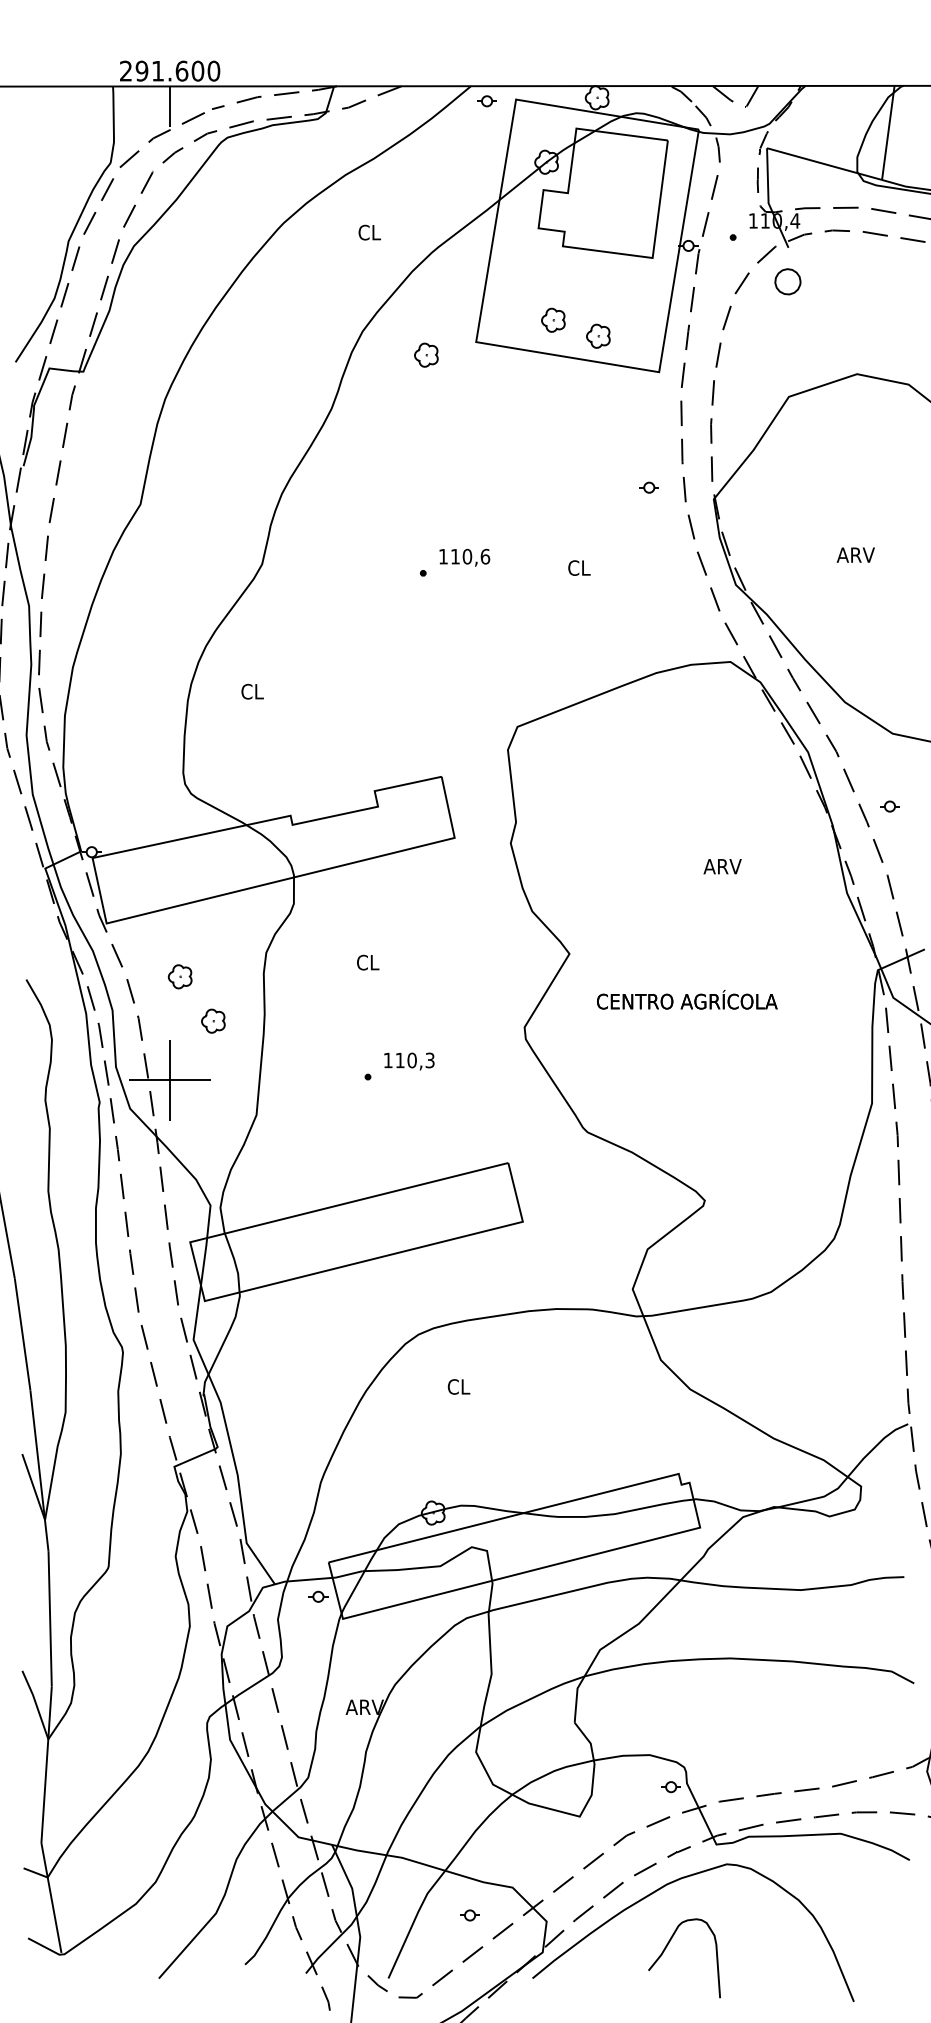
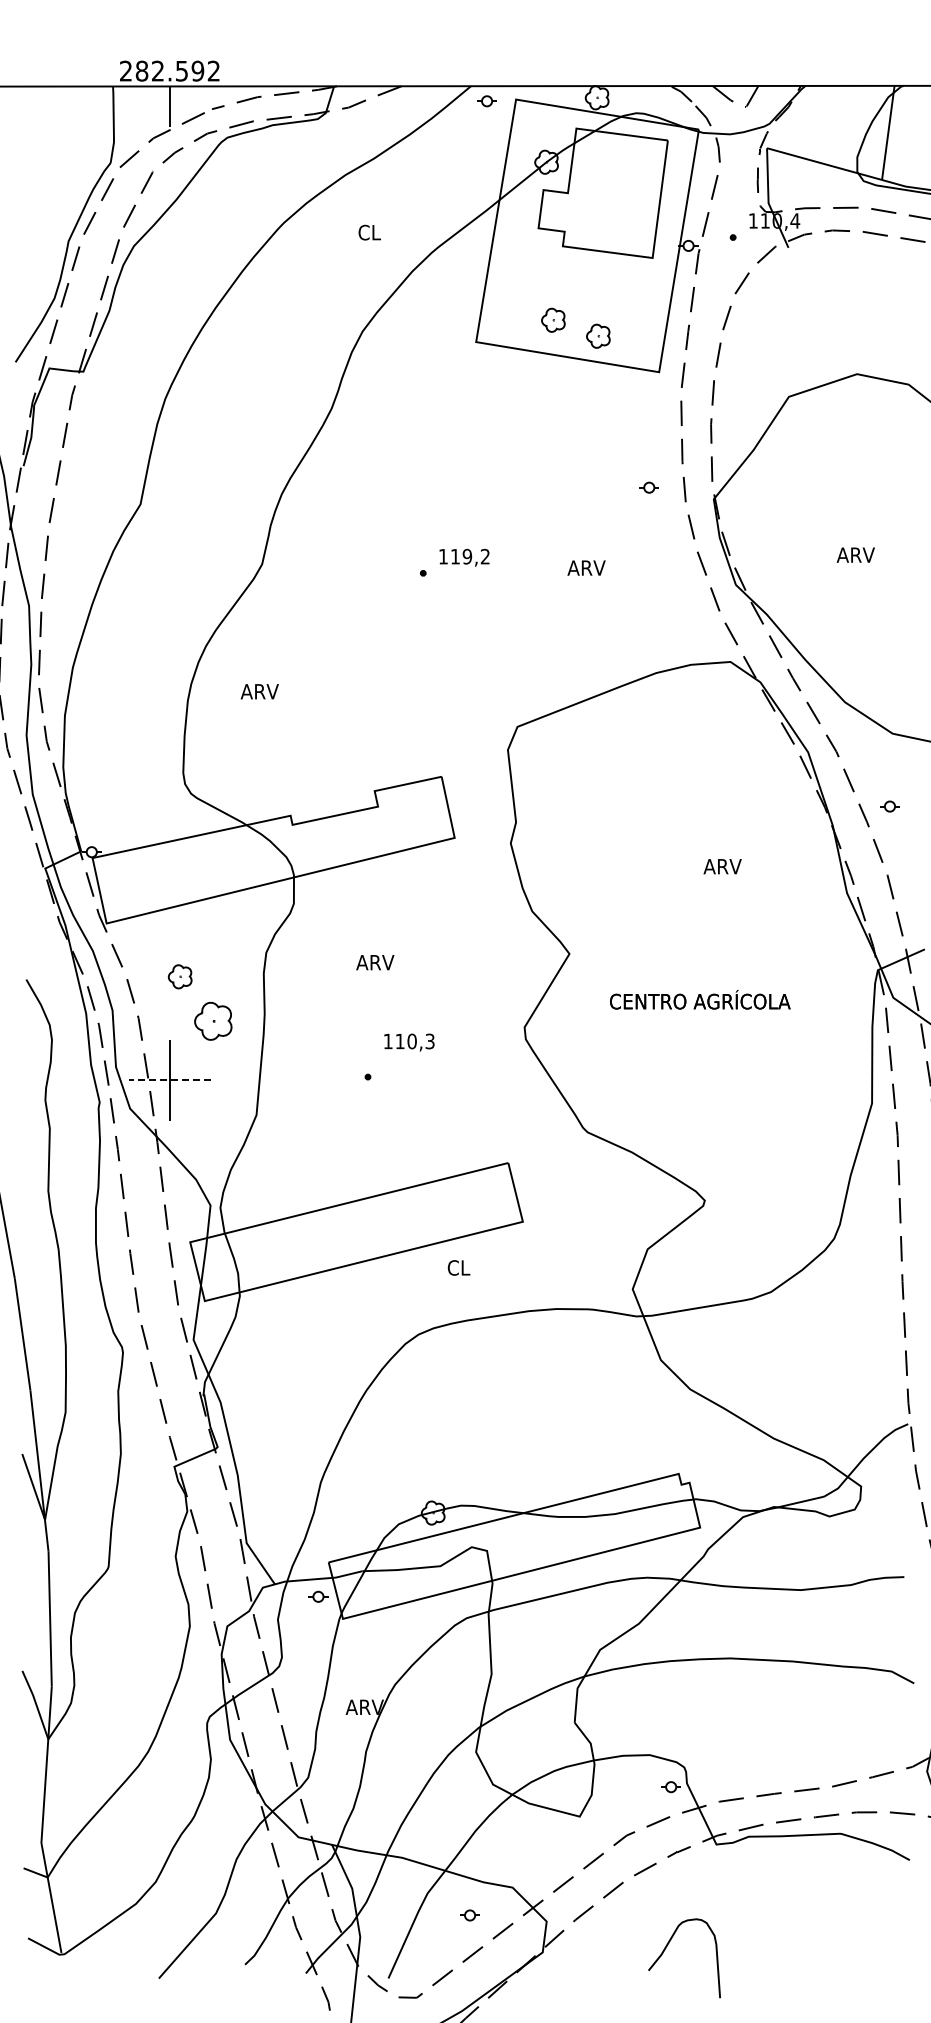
text at (177, 70): 291.600 -> 282.592
part at (787, 281): present -> none
part at (426, 354): present -> none
text at (476, 556): 110,6 -> 119,2
text at (586, 567): CL -> ARV
text at (259, 691): CL -> ARV
text at (375, 962): CL -> ARV
text at (687, 999) position: (687, 999) -> (700, 999)
part at (213, 1020) size: 25x26 px -> 39x39 px
text at (409, 1061) position: (409, 1061) -> (409, 1042)
line at (170, 1080): solid -> dashed
text at (458, 1386) position: (458, 1386) -> (458, 1267)
curve at (672, 1883): present -> none
